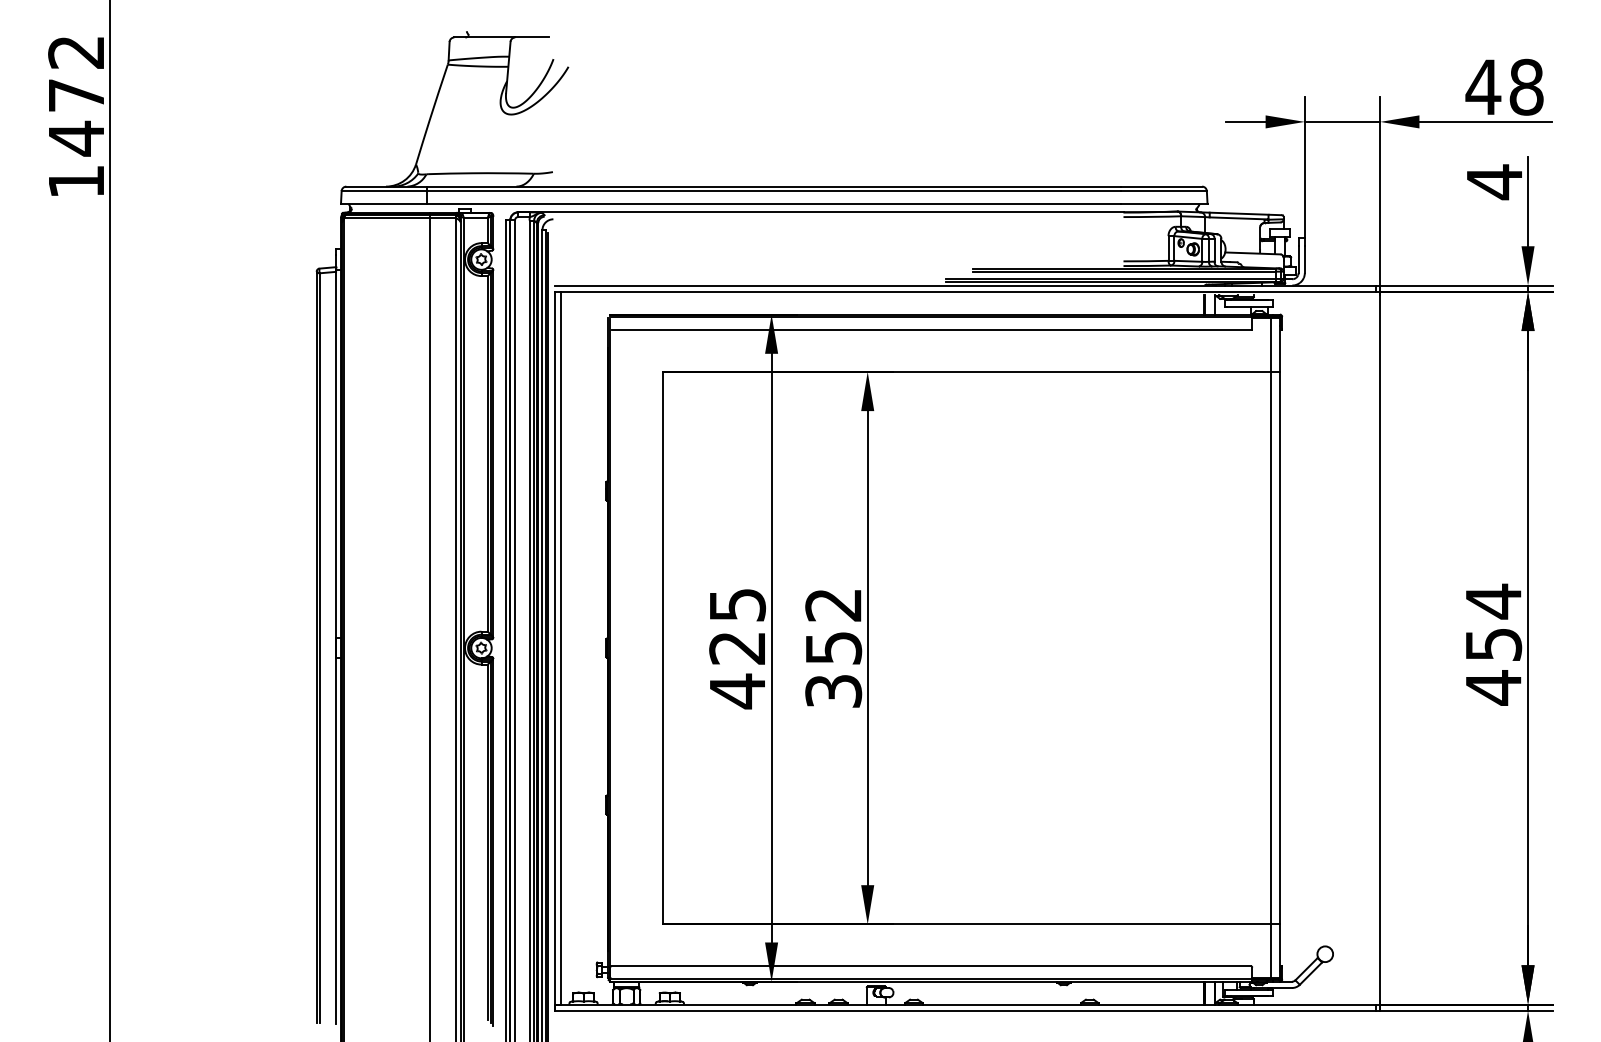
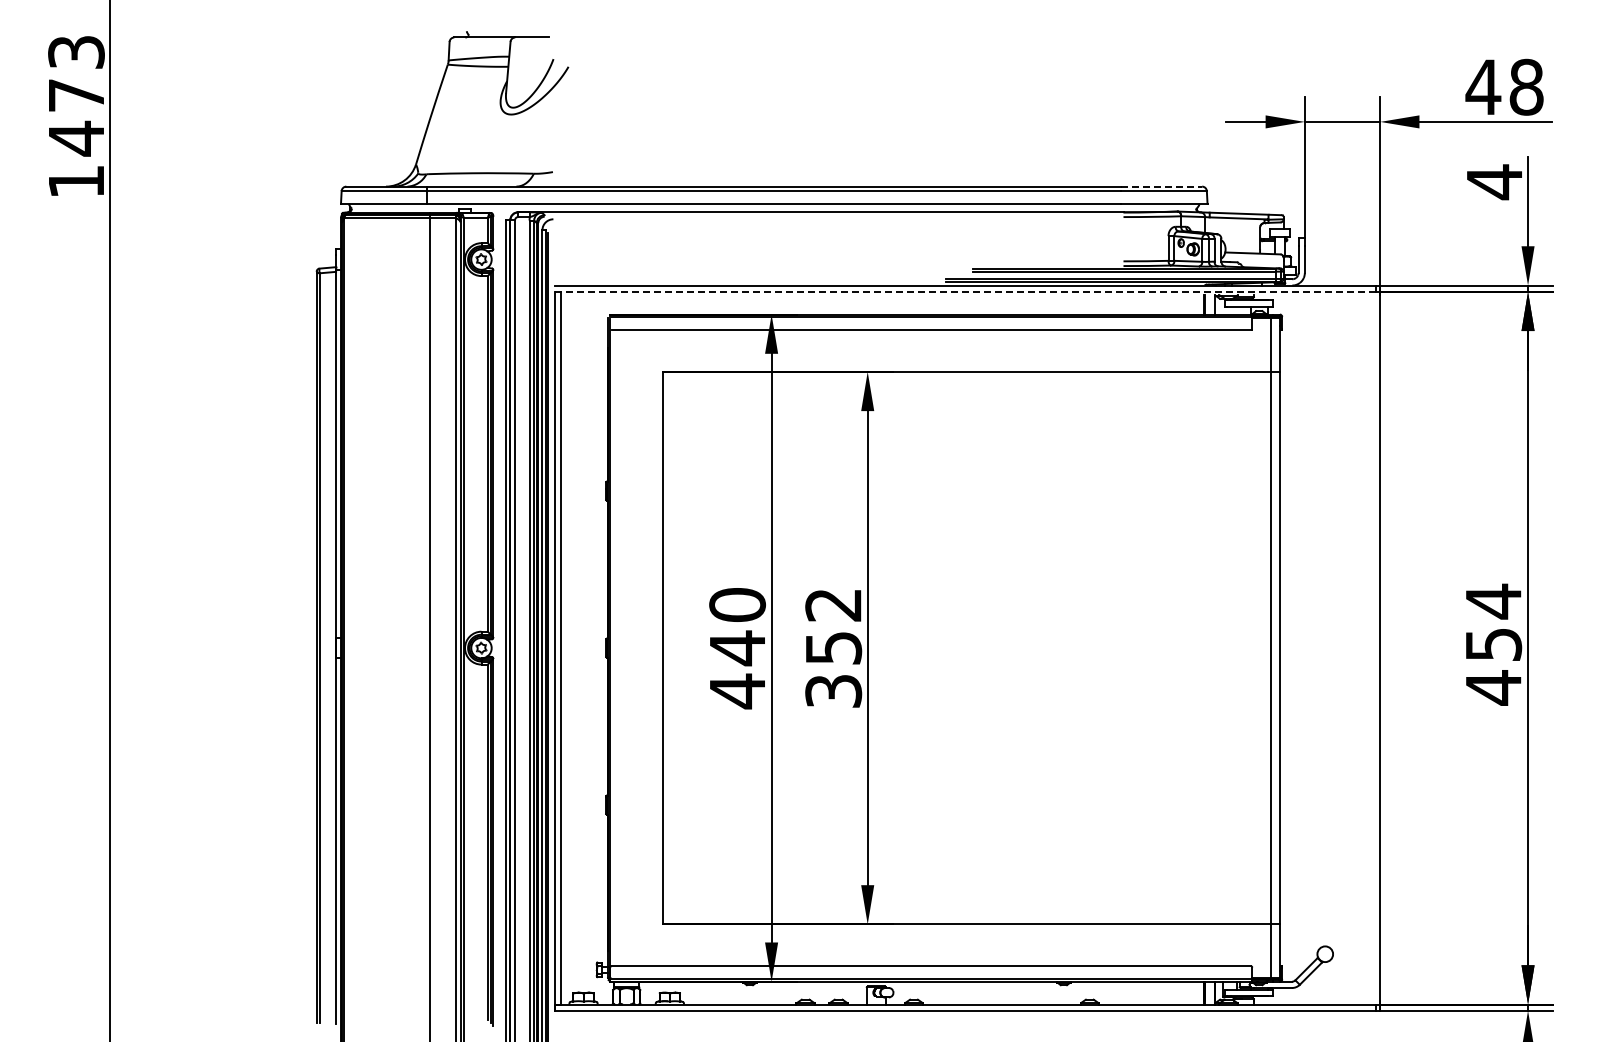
text at (76, 52): 1472 -> 1473
line at (1162, 186): solid -> dashed
line at (965, 291): solid -> dashed
text at (737, 627): 425 -> 440
